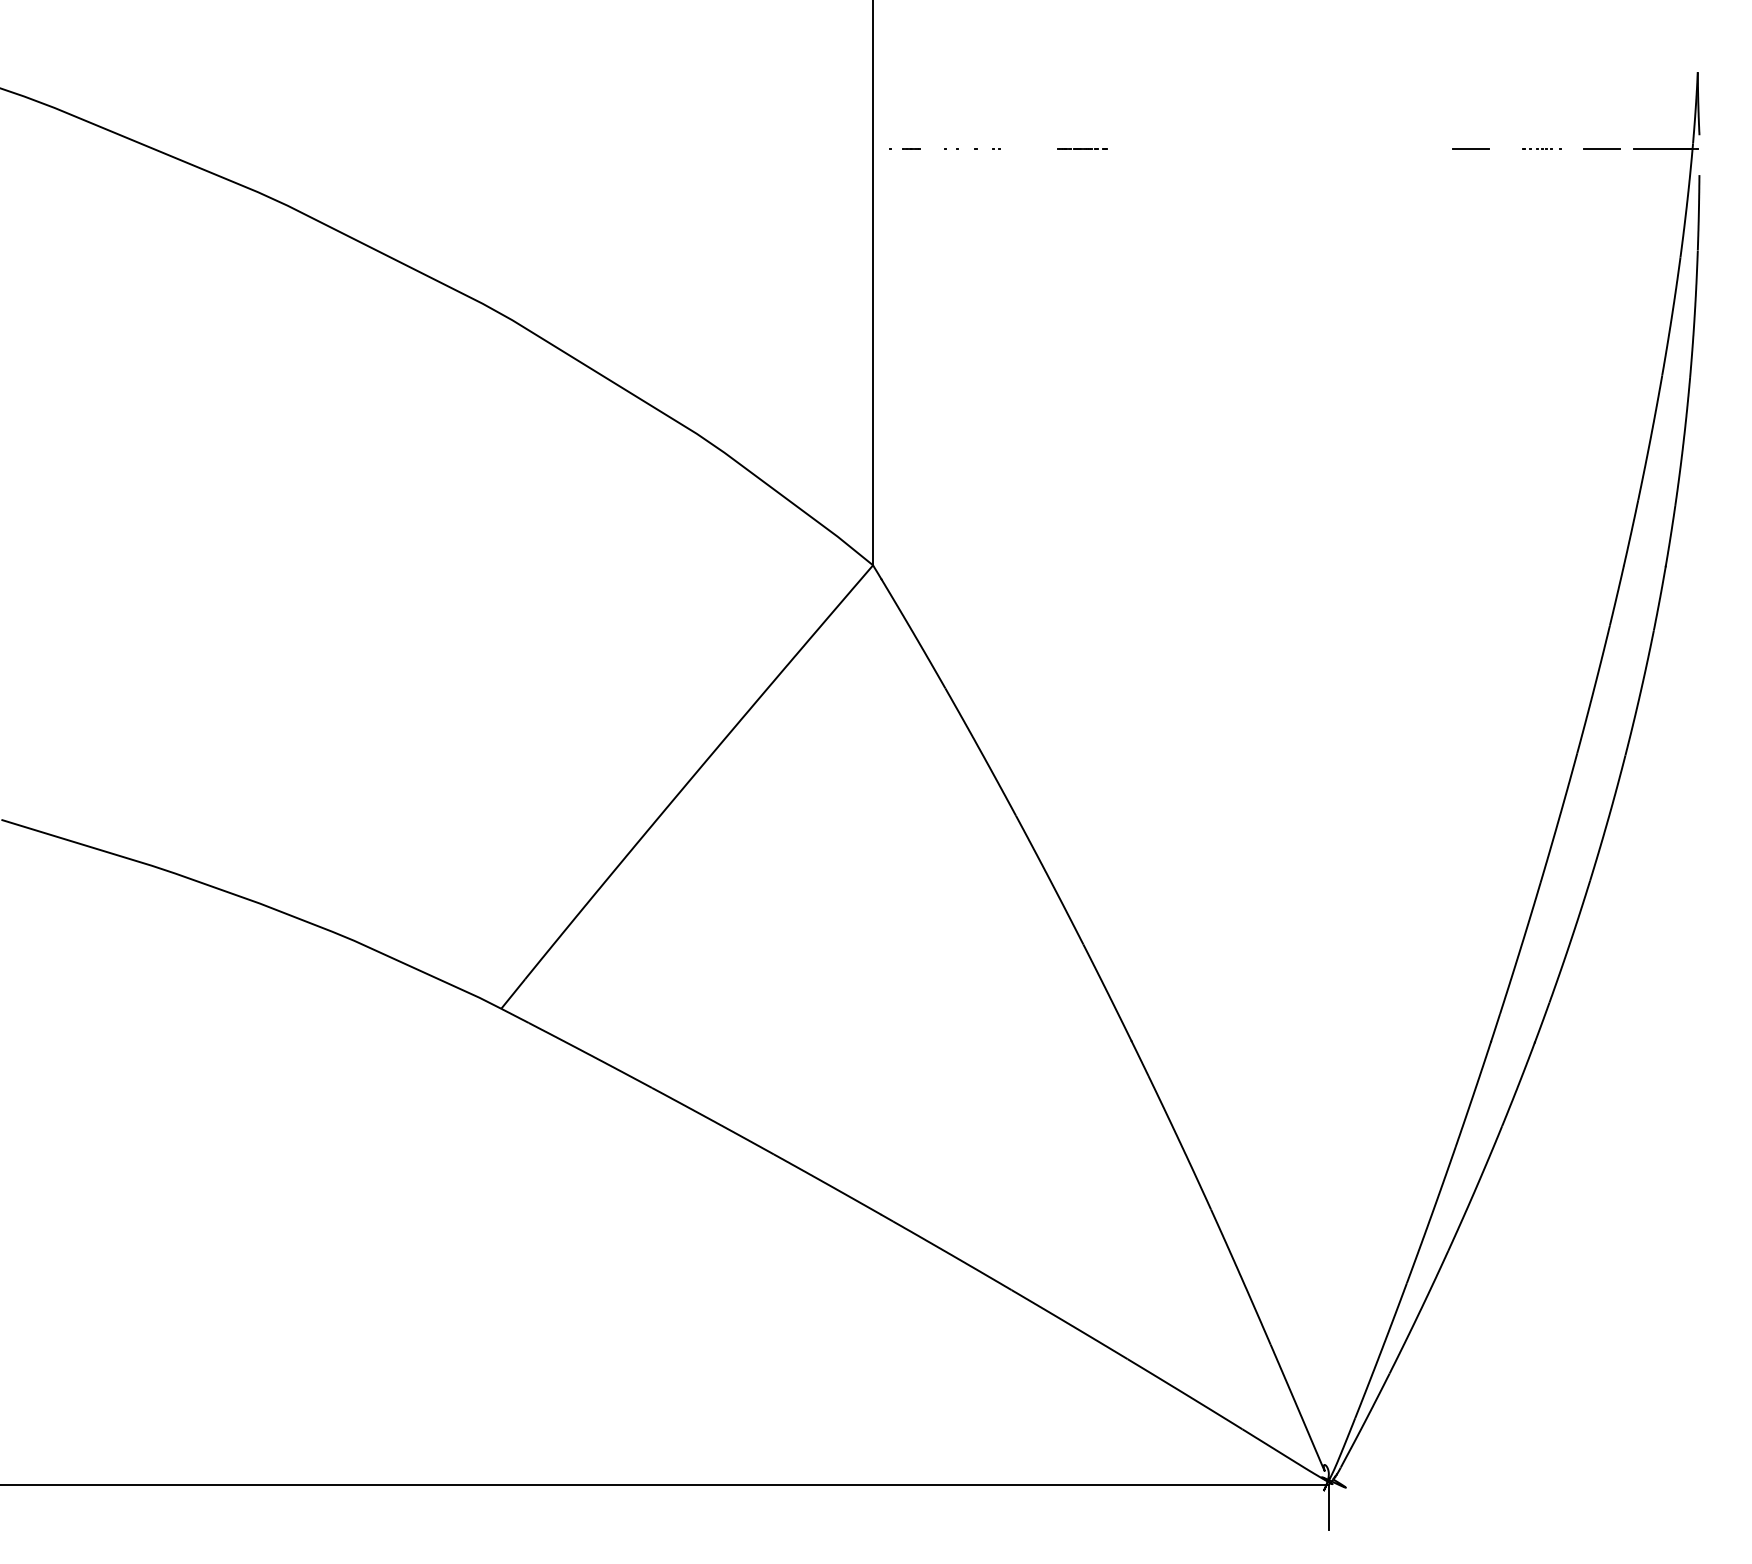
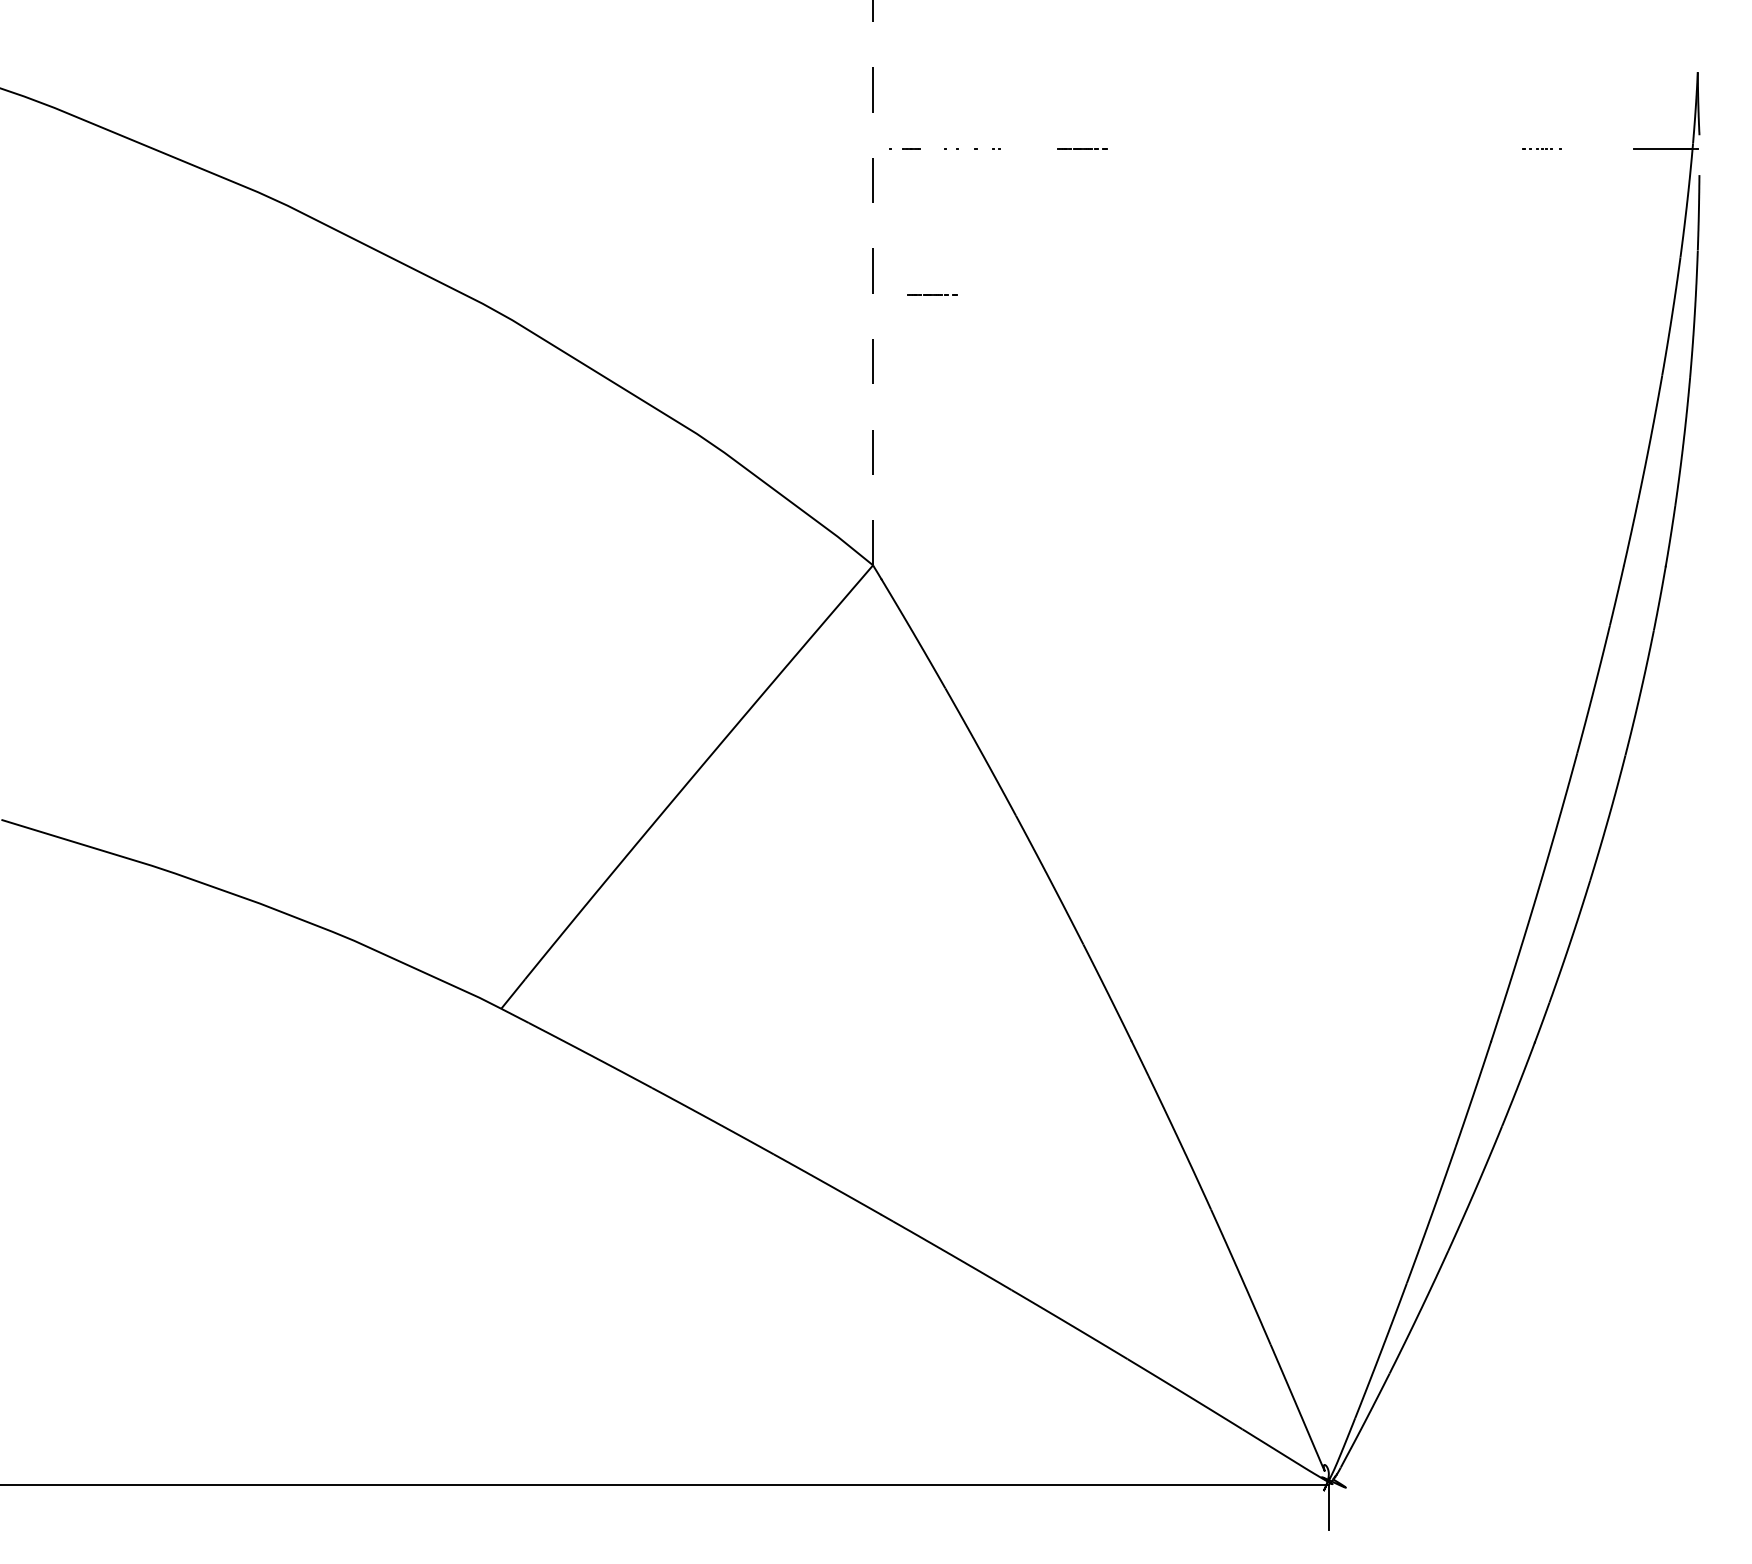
line at (1470, 149): present -> none
line at (1602, 149): present -> none
line at (873, 282): solid -> dashed
line at (932, 294): none -> present
